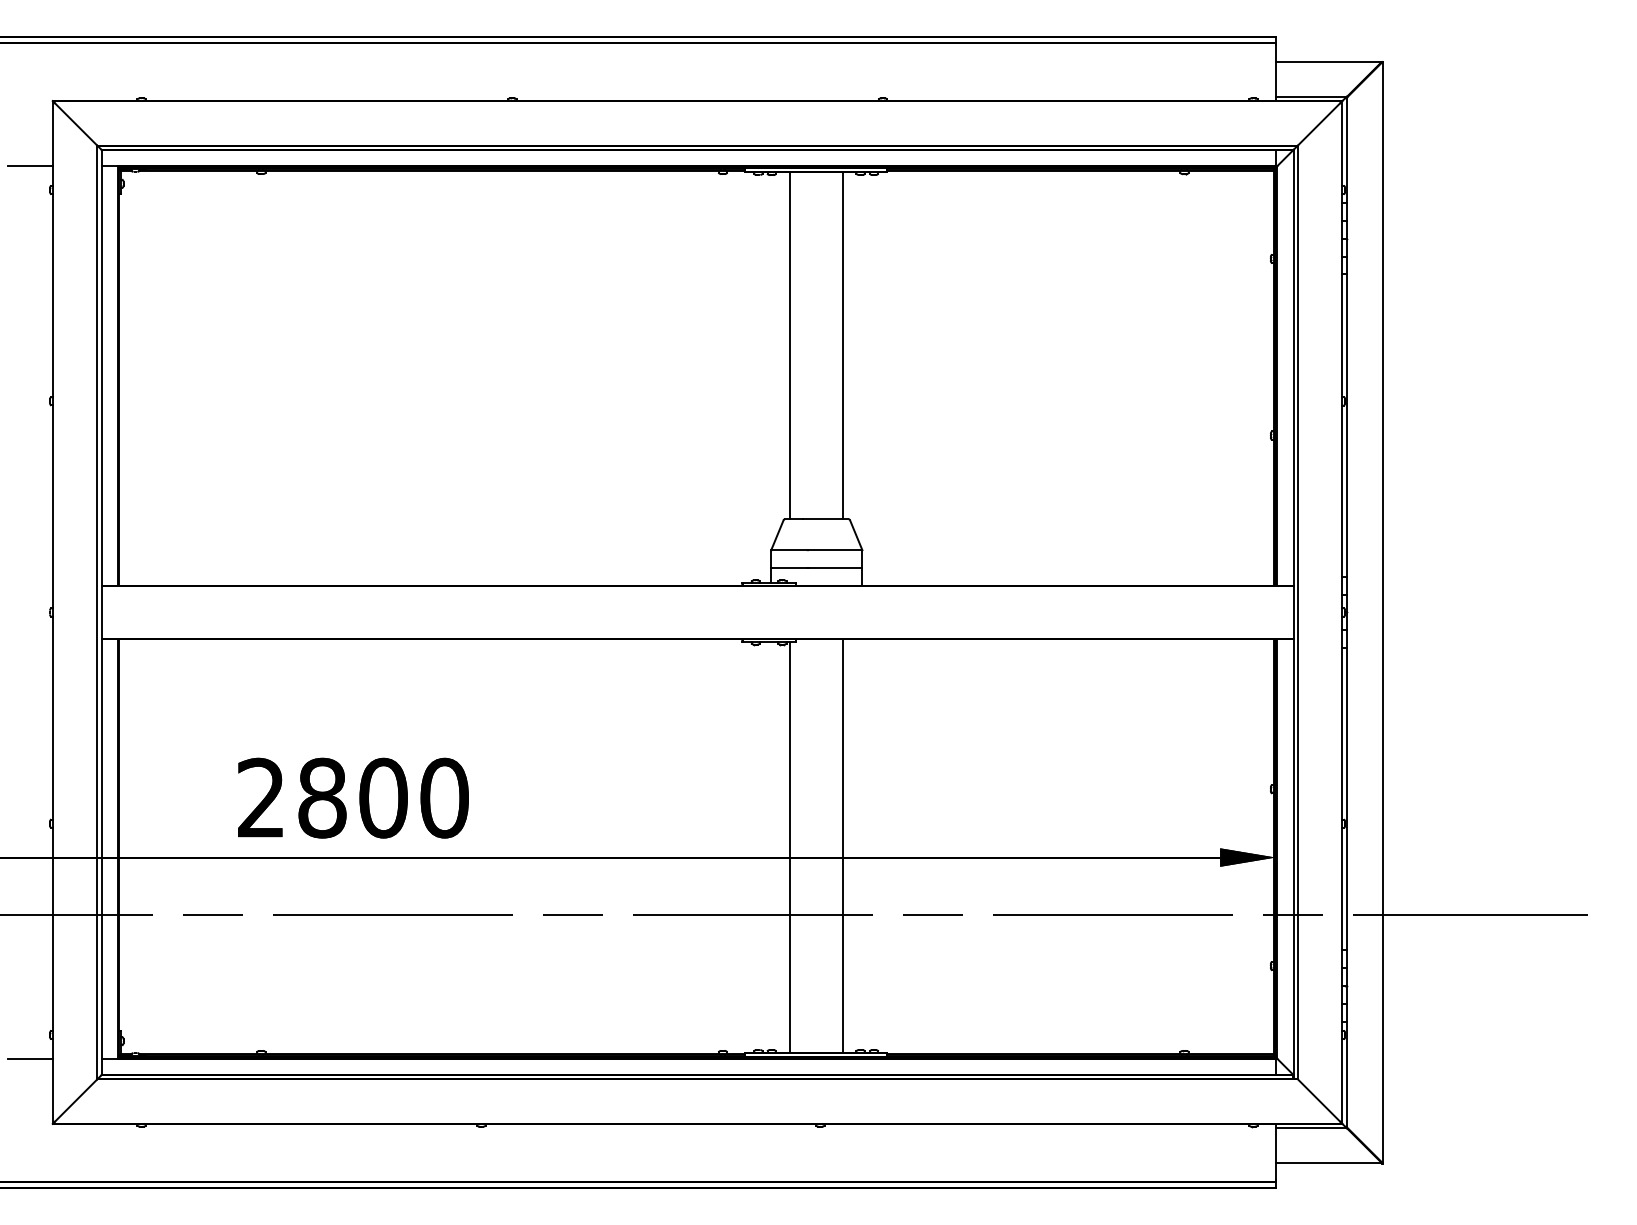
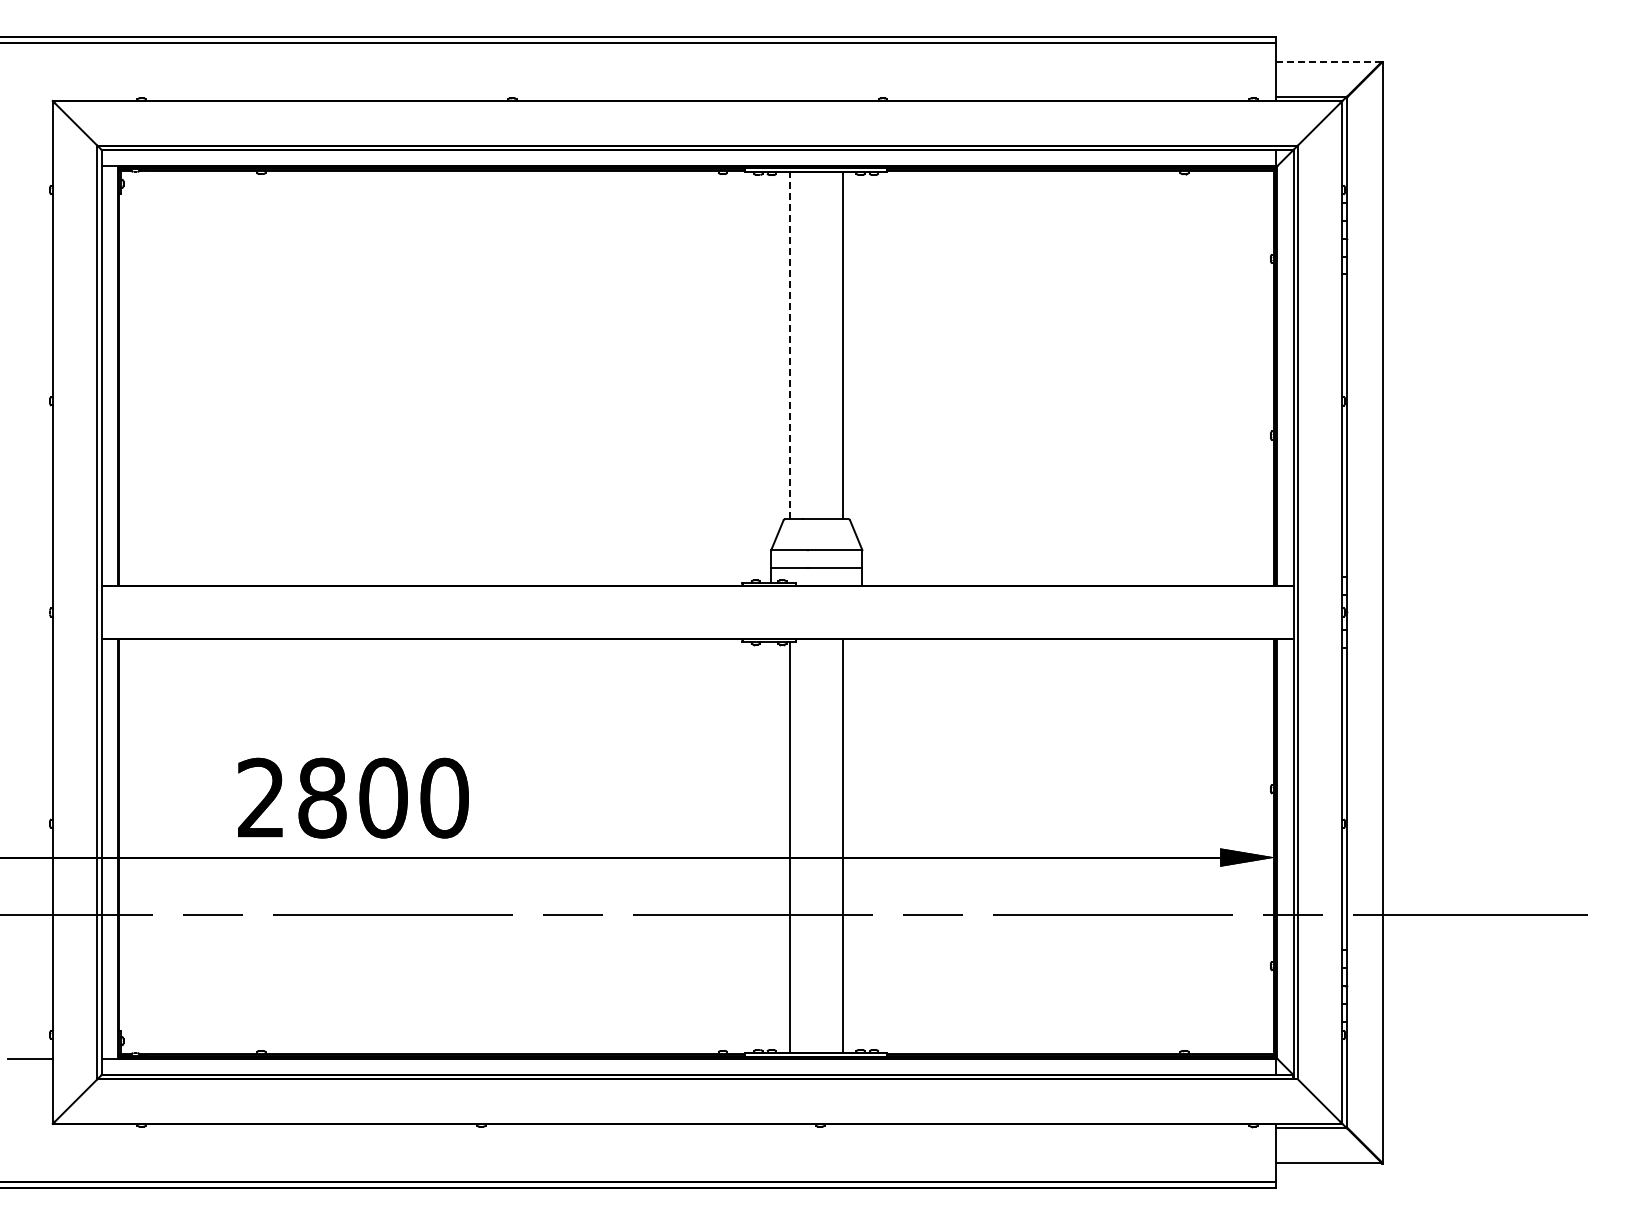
line at (1329, 61): solid -> dashed
line at (30, 166): present -> none
line at (789, 345): solid -> dashed
